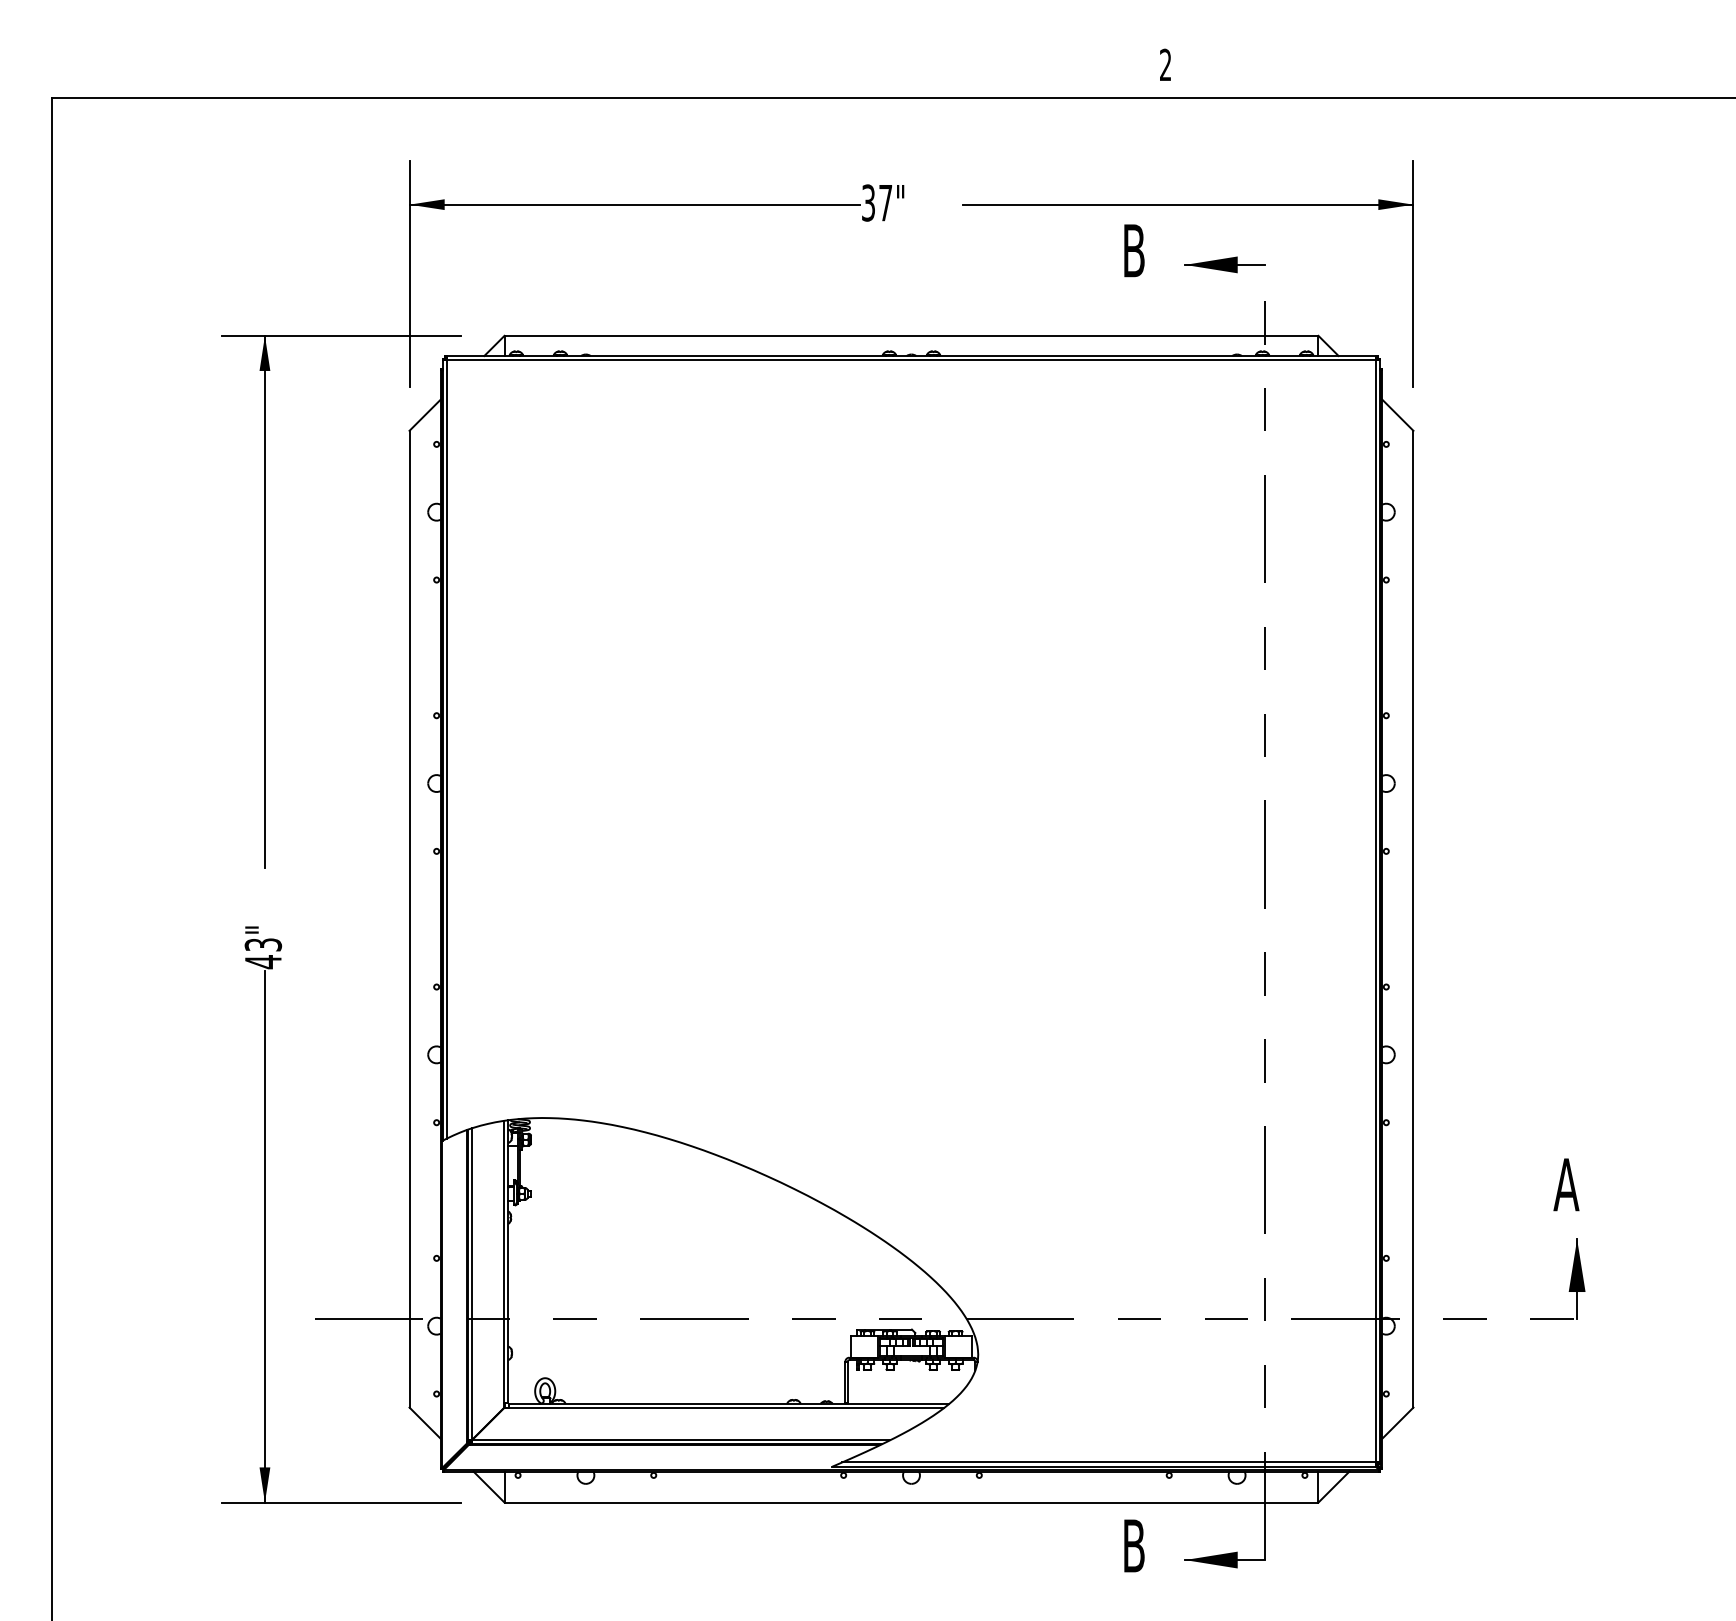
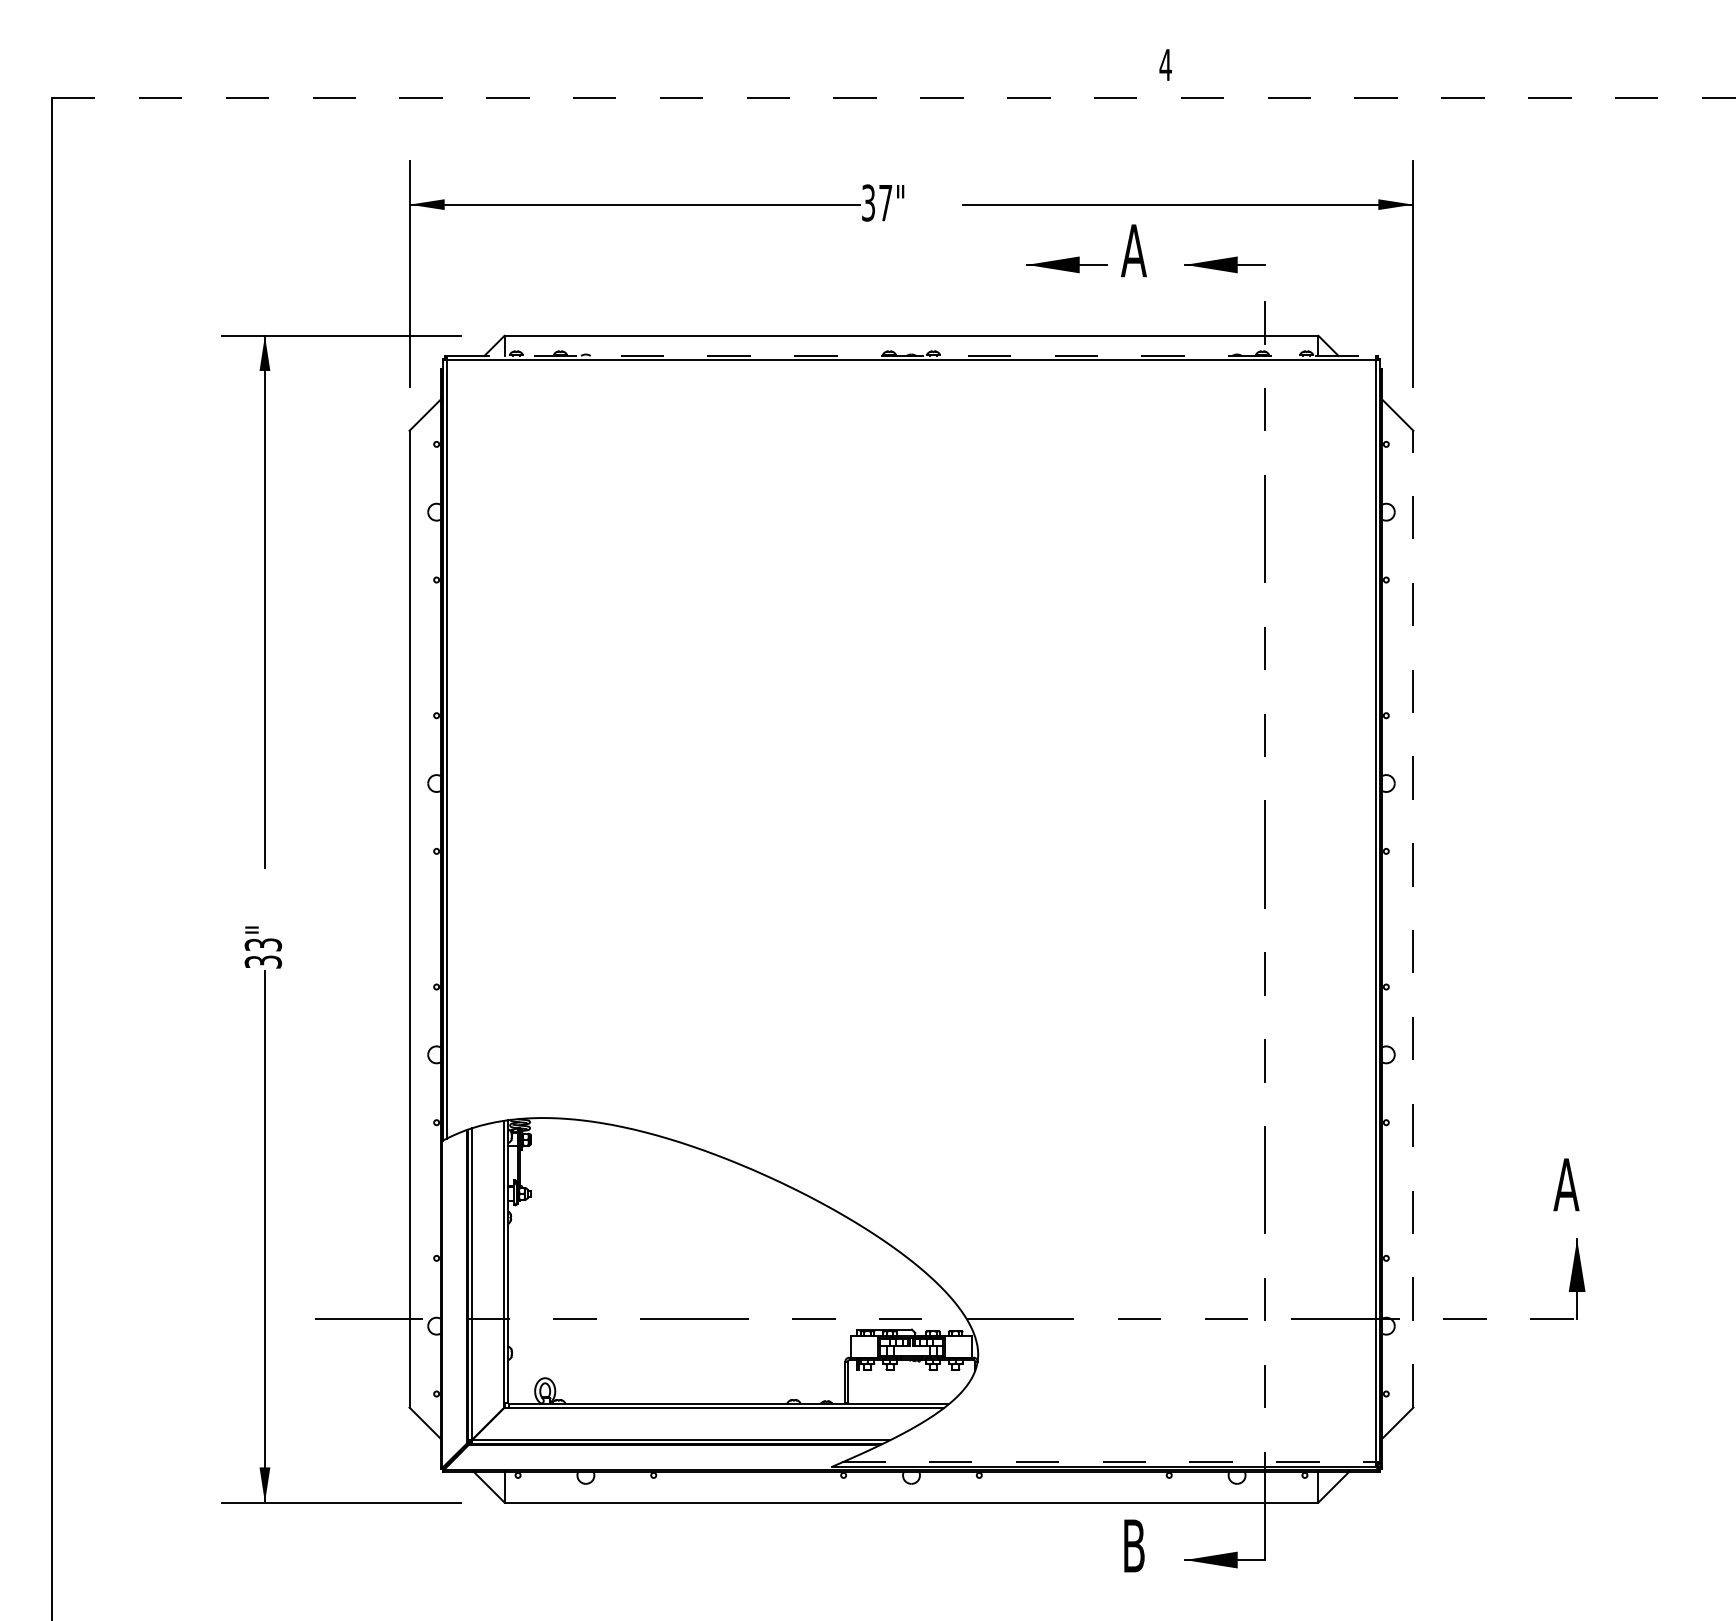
text at (1165, 64): 2 -> 4
line at (893, 98): solid -> dashed
text at (1133, 250): B -> A
part at (1066, 264): none -> present
line at (911, 355): solid -> dashed
line at (1413, 918): solid -> dashed
text at (263, 962): 43" -> 33"
line at (1109, 1462): solid -> dashed
